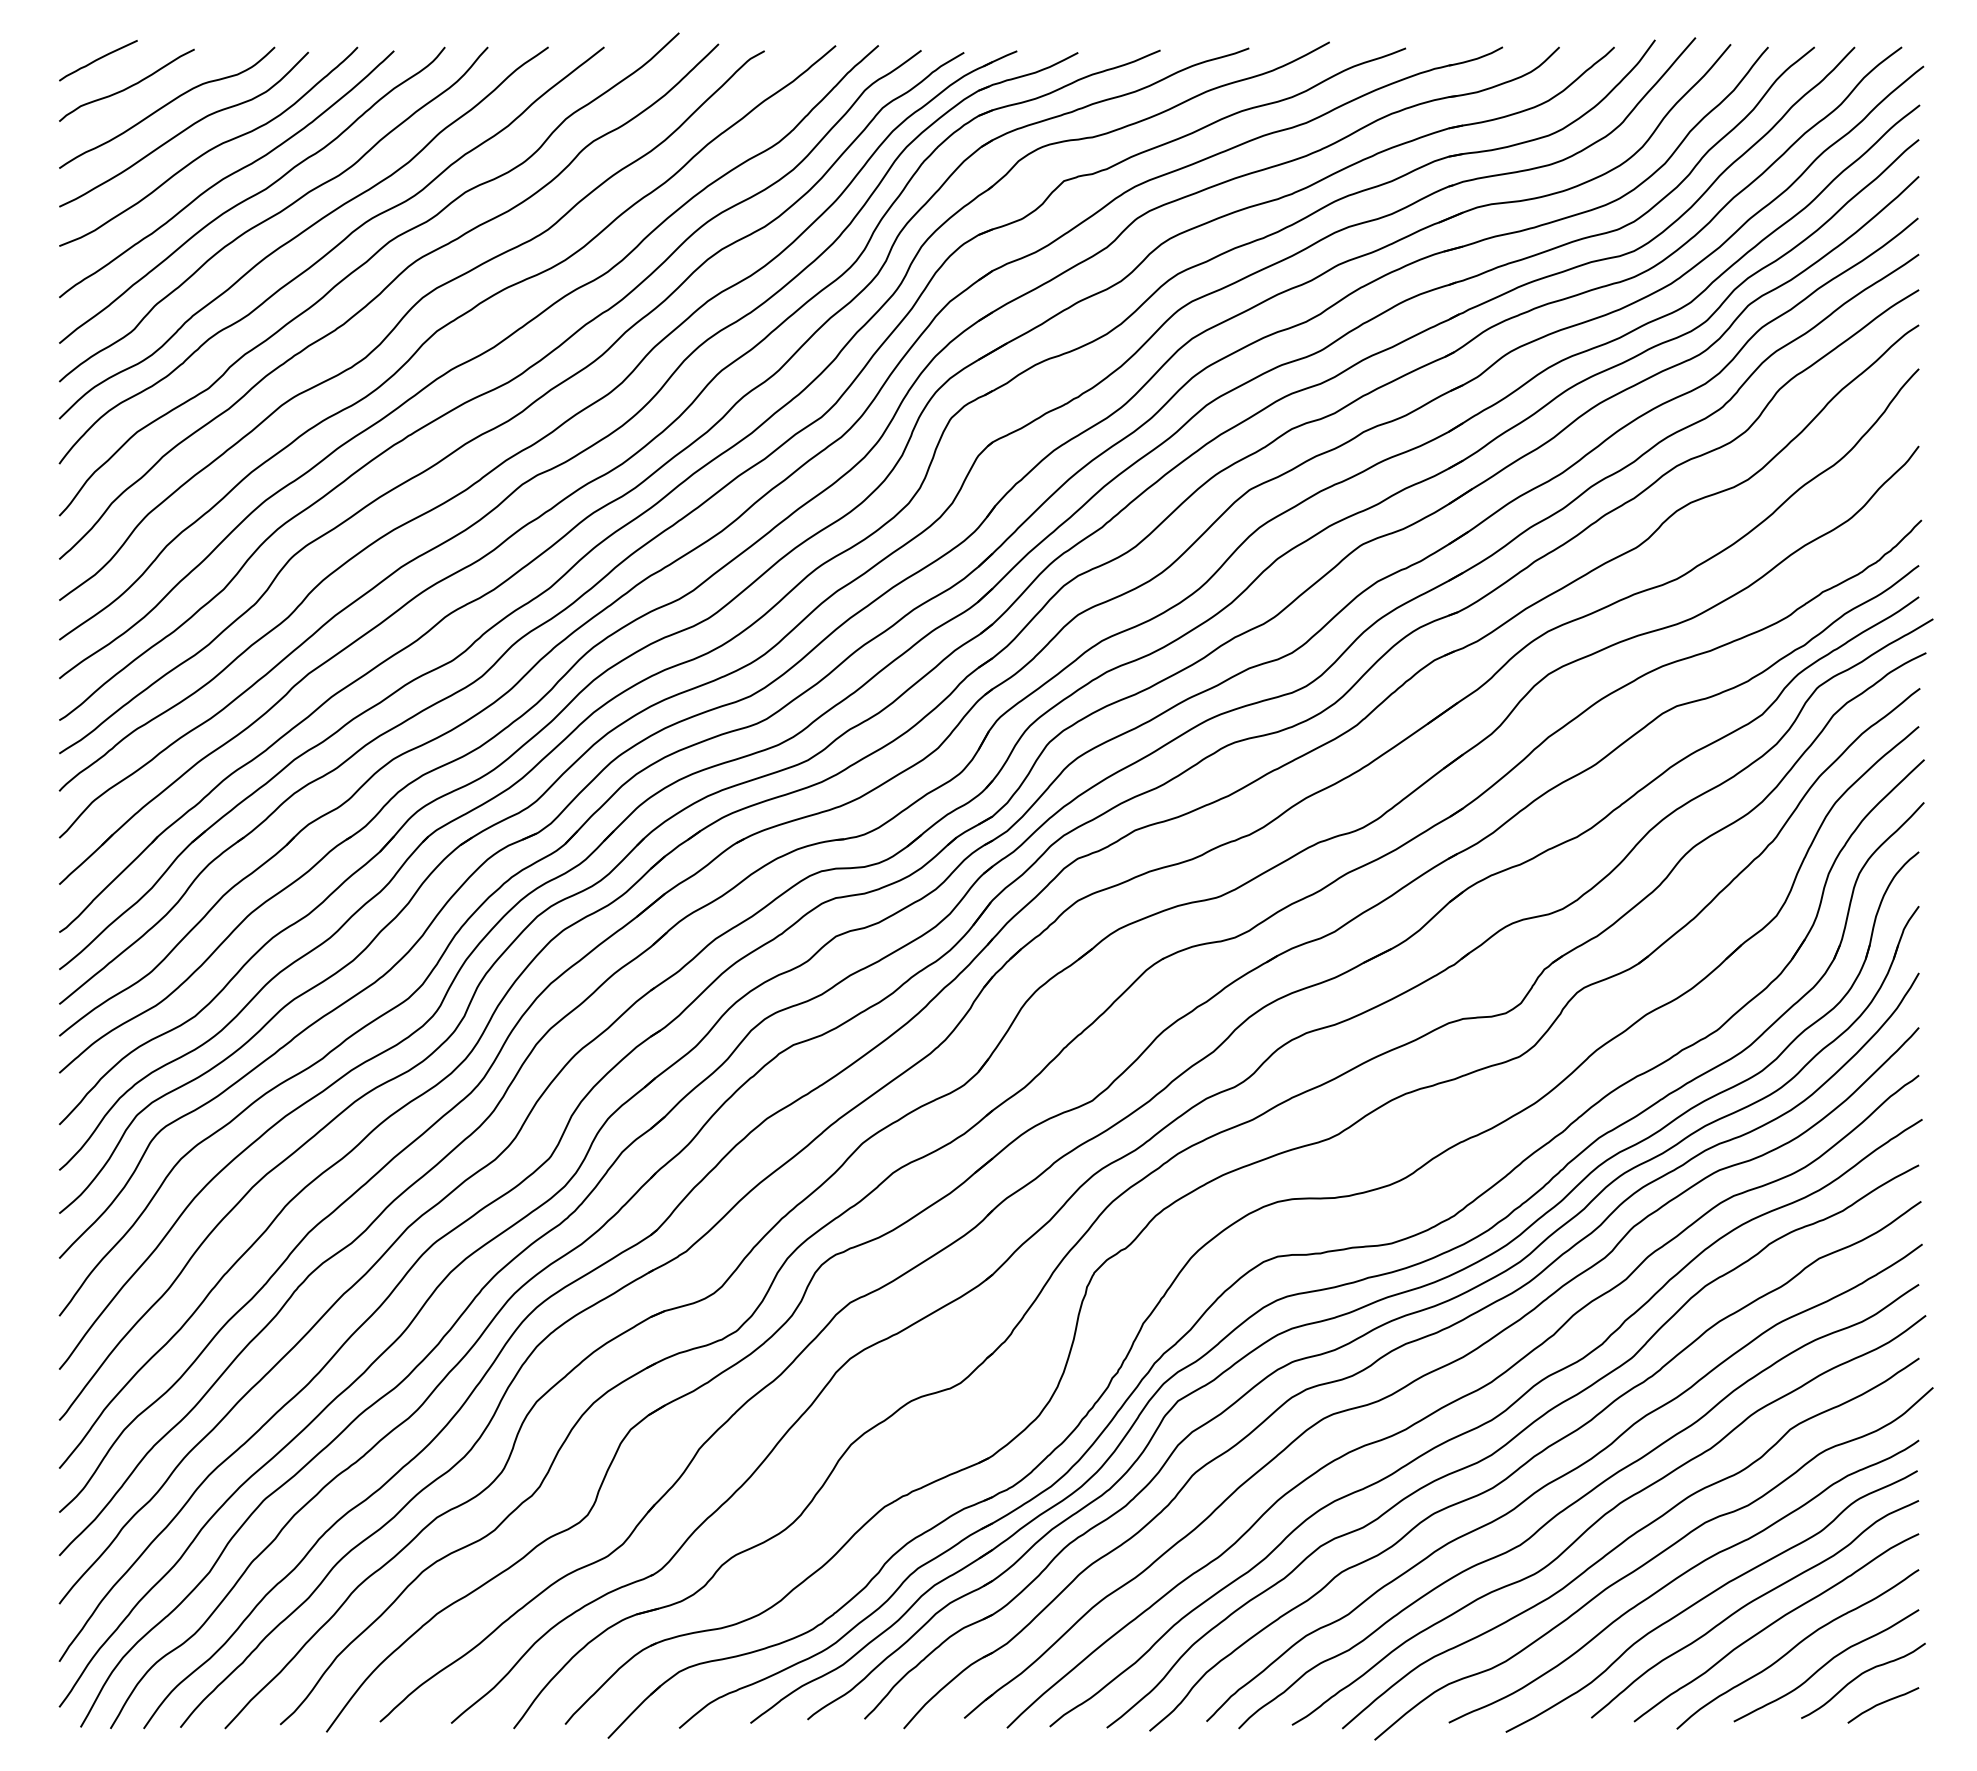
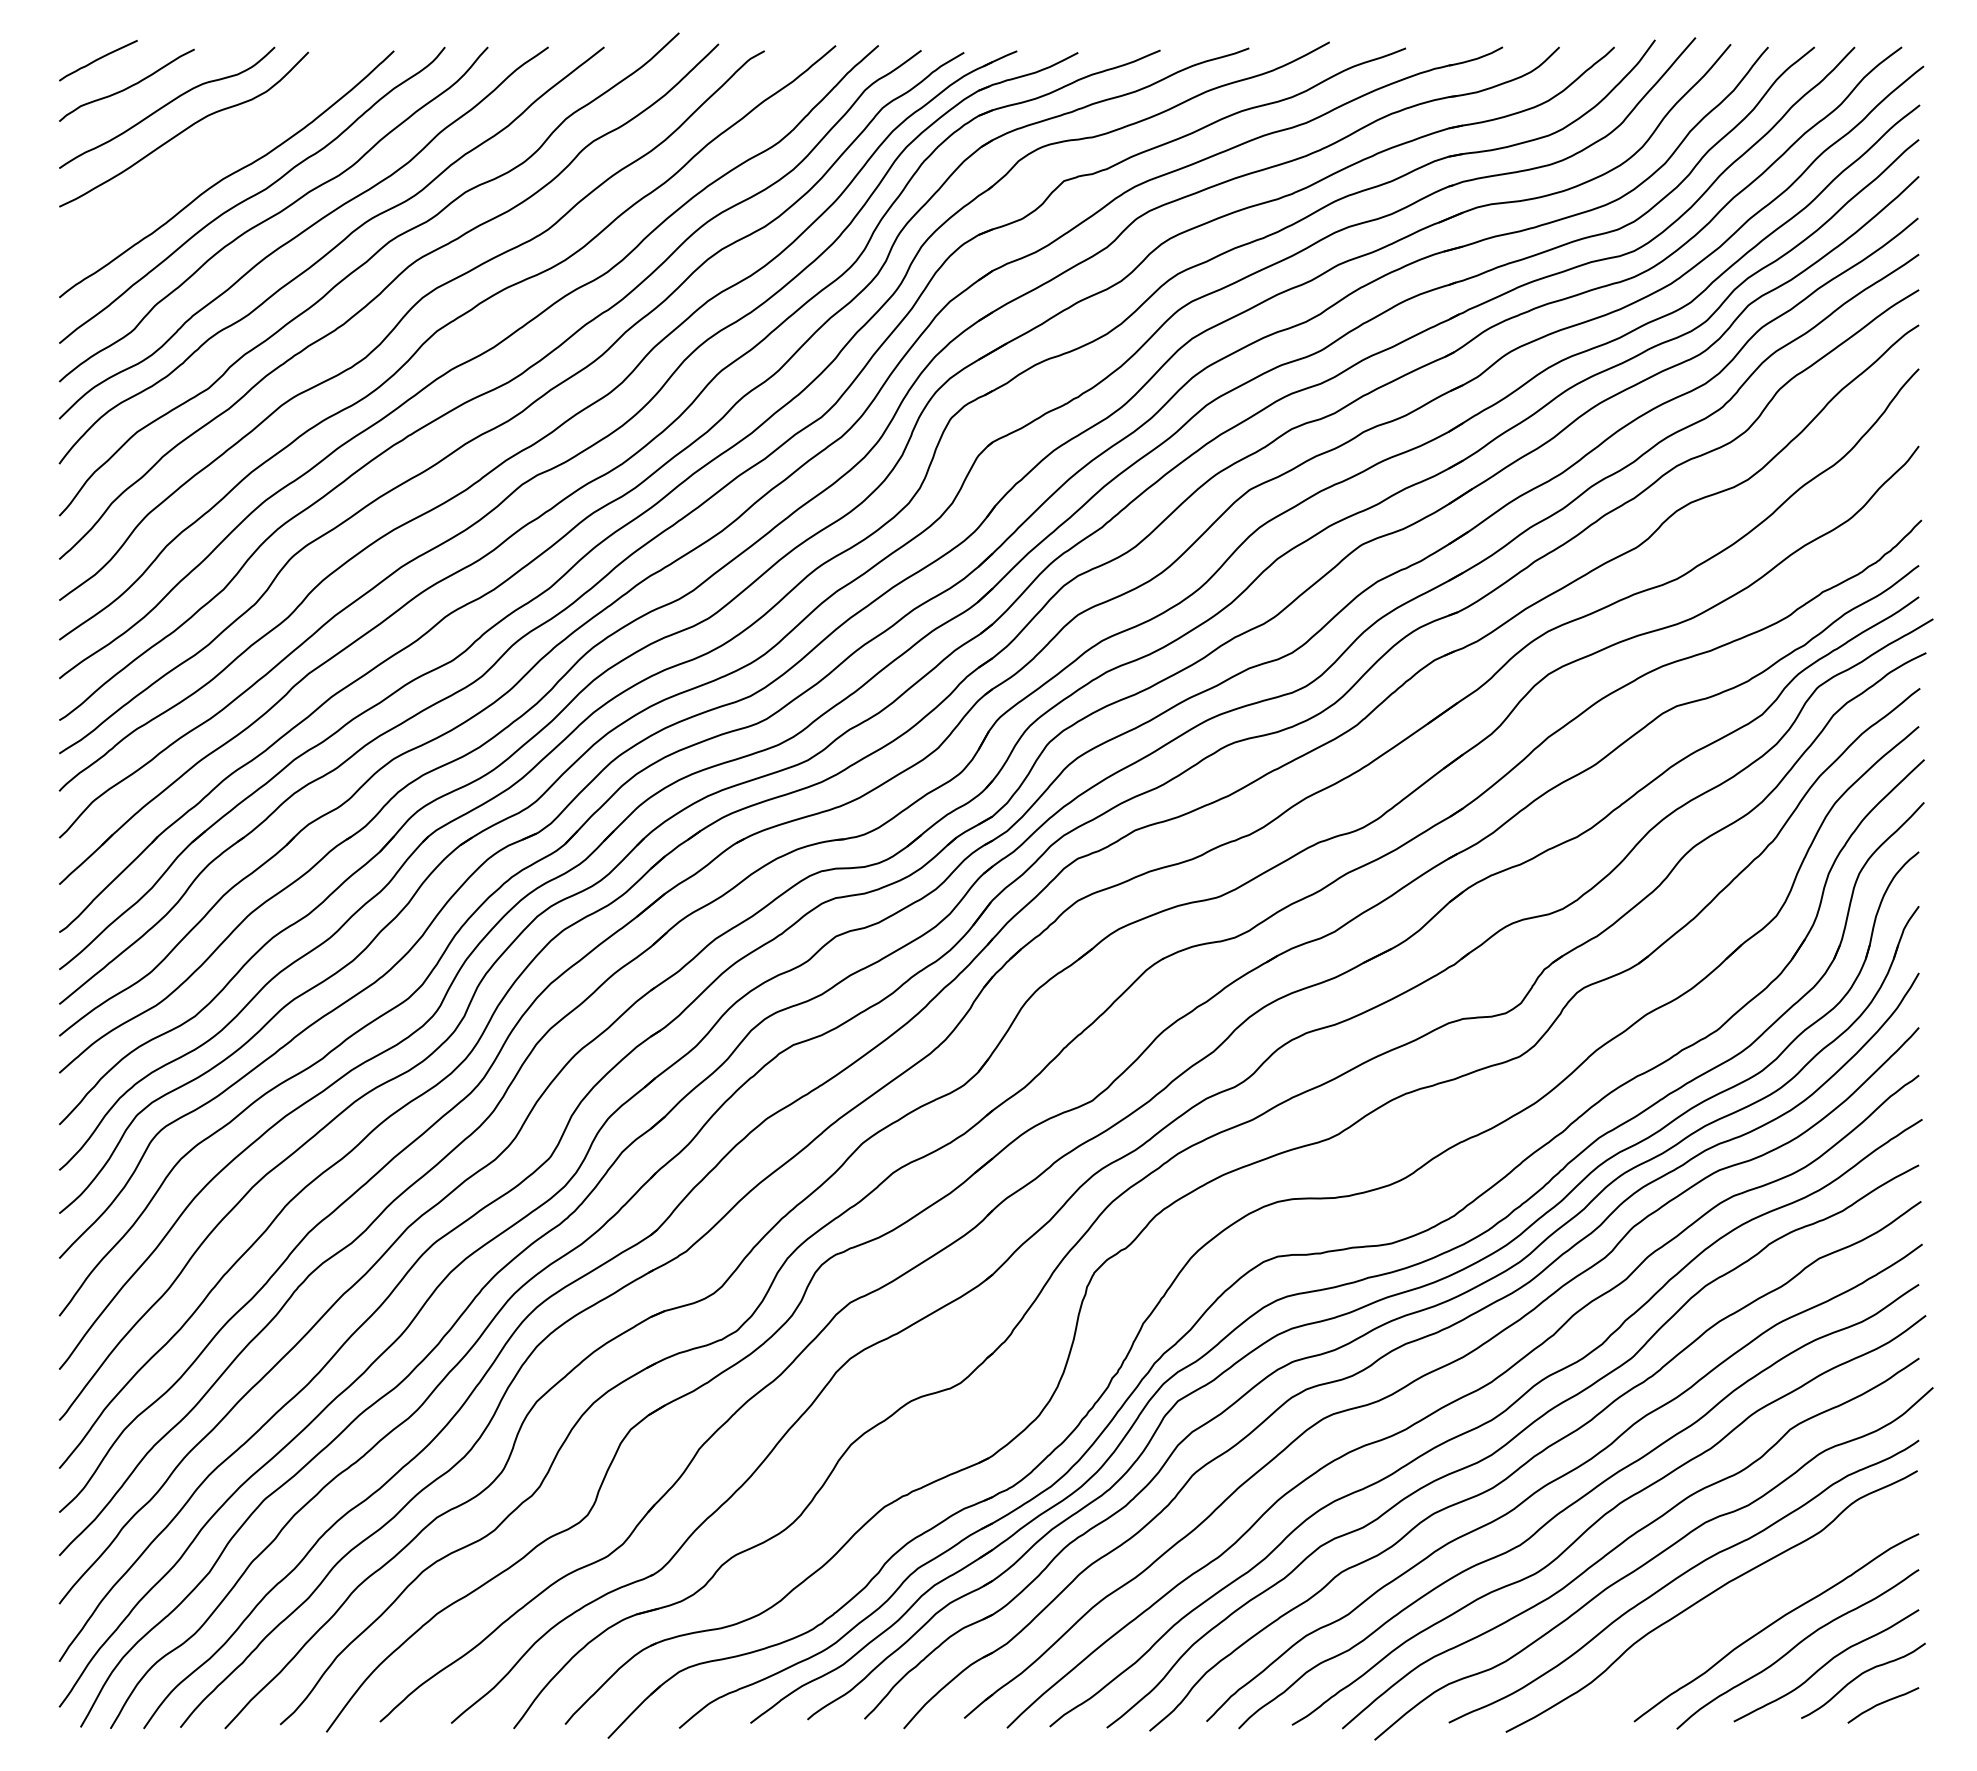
curve at (210, 148): present -> none
curve at (1752, 1602): present -> none
